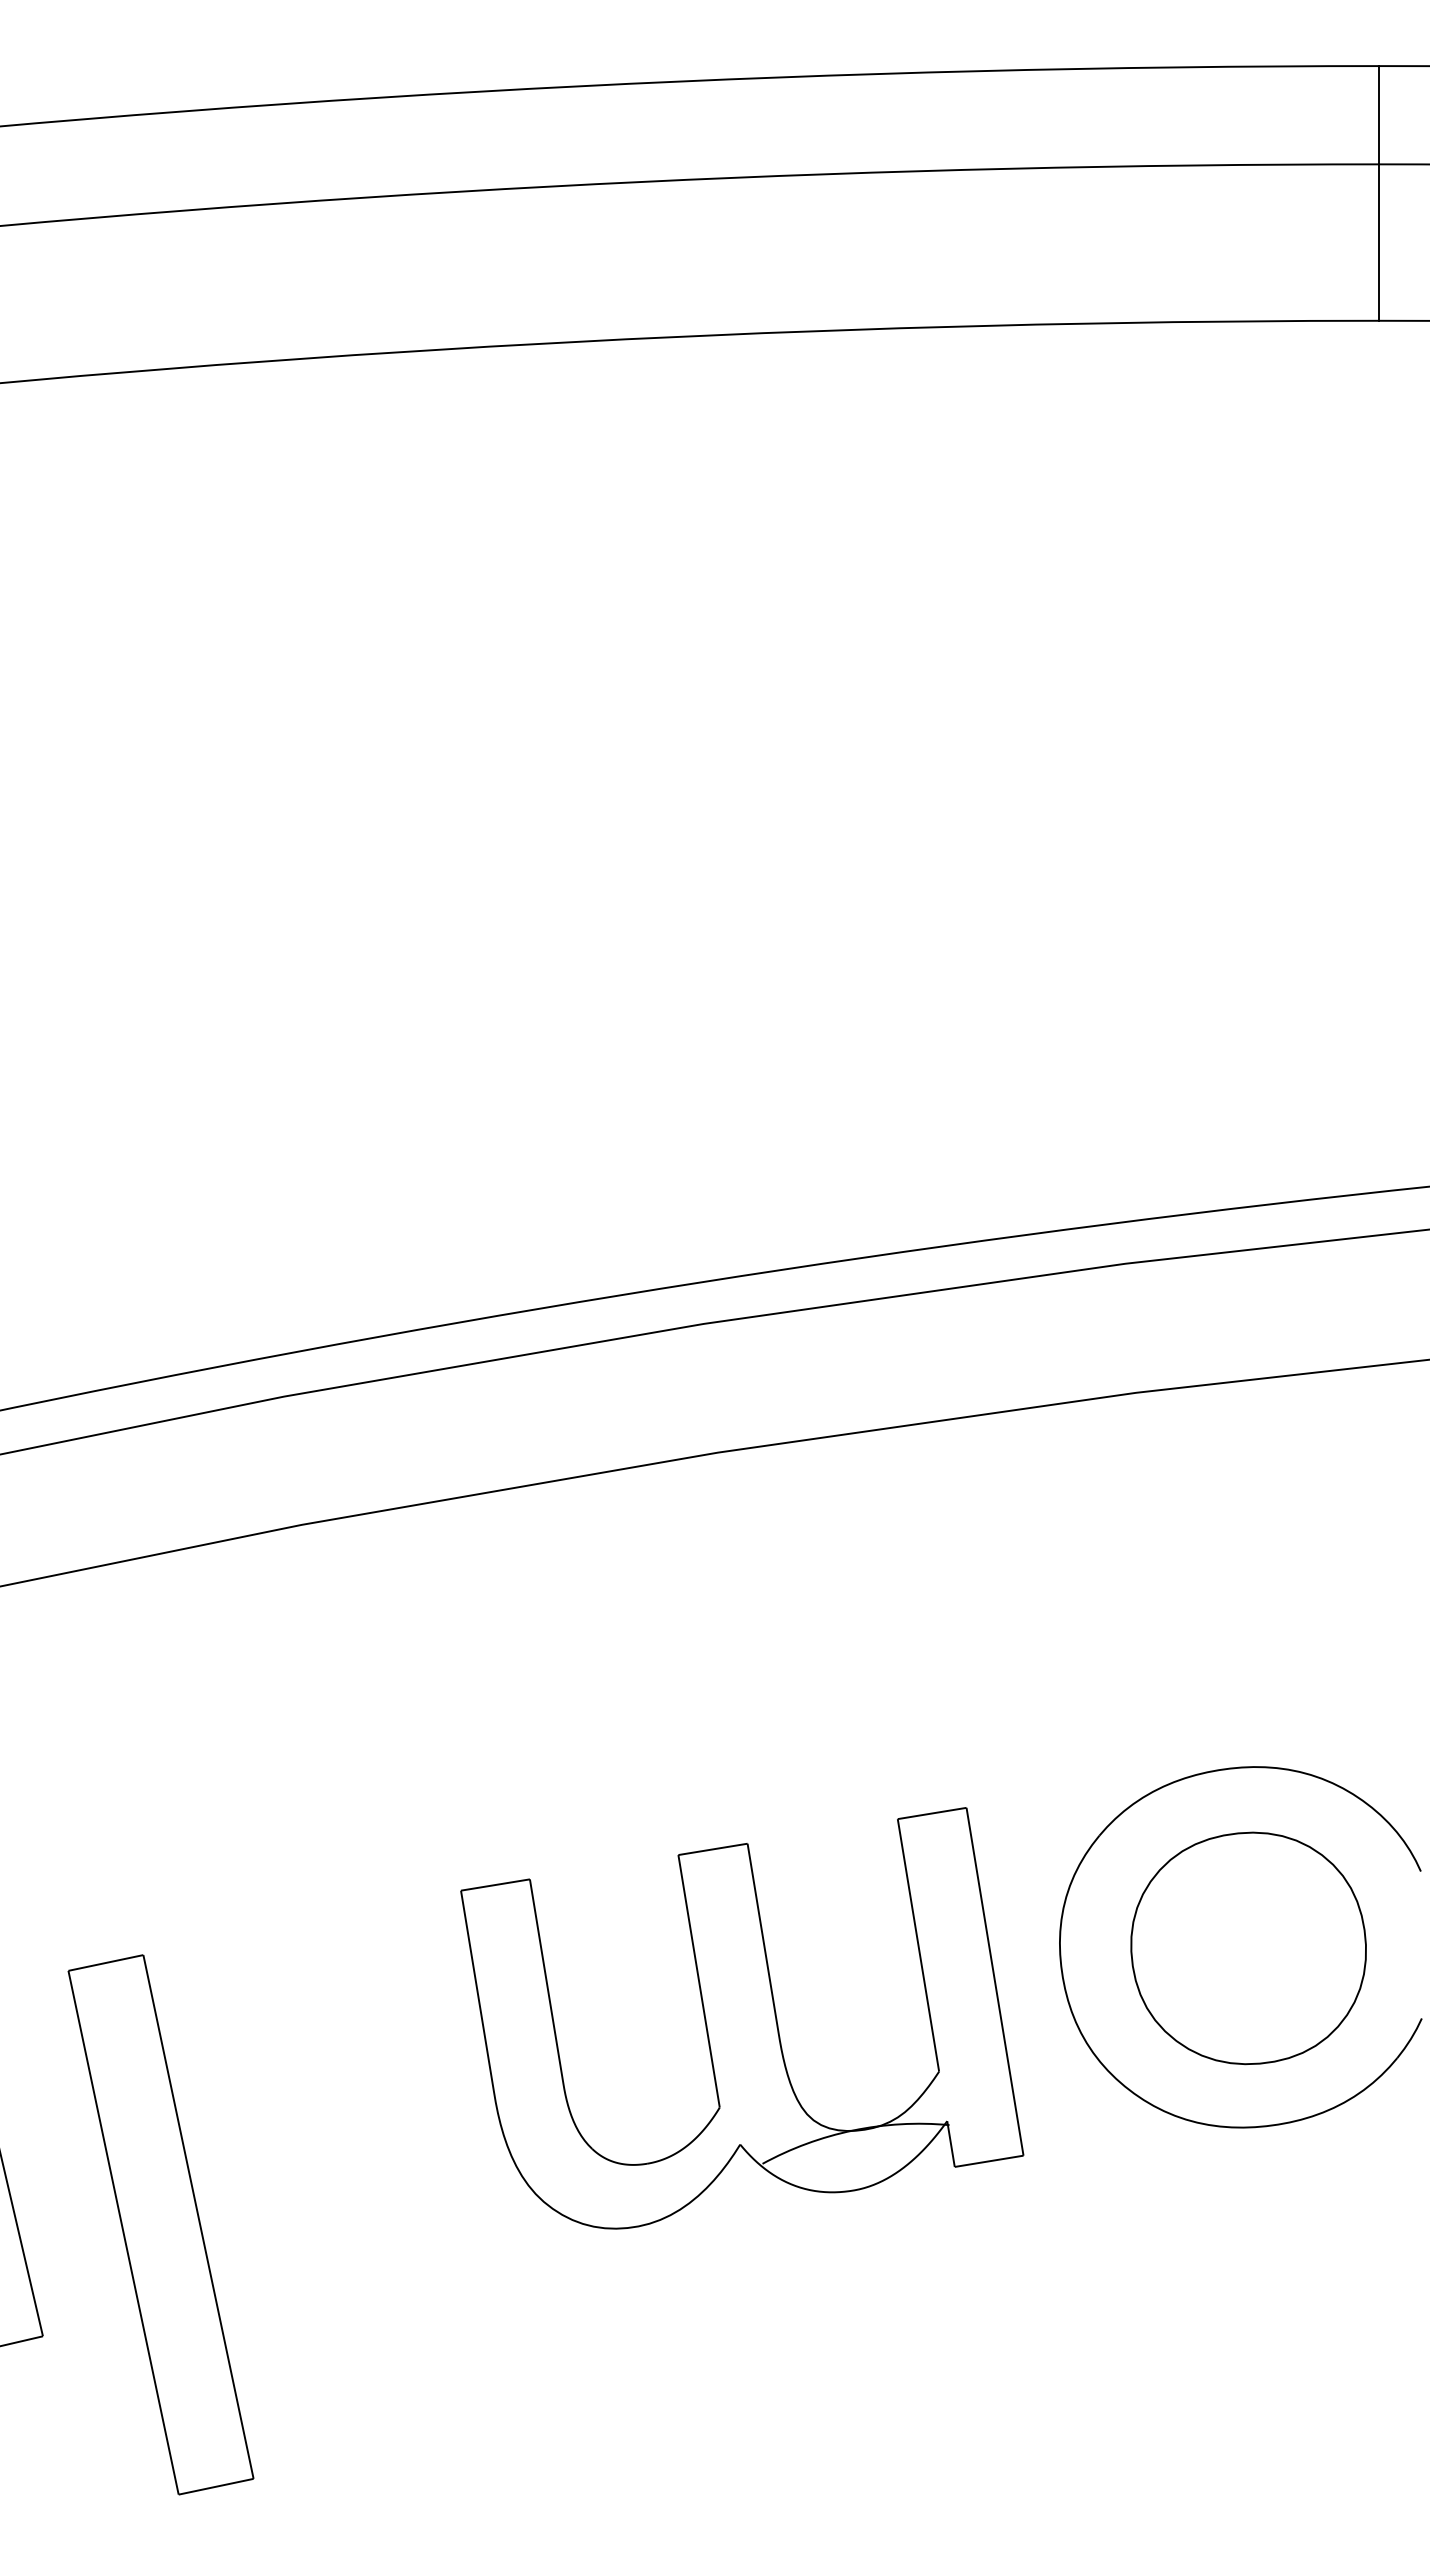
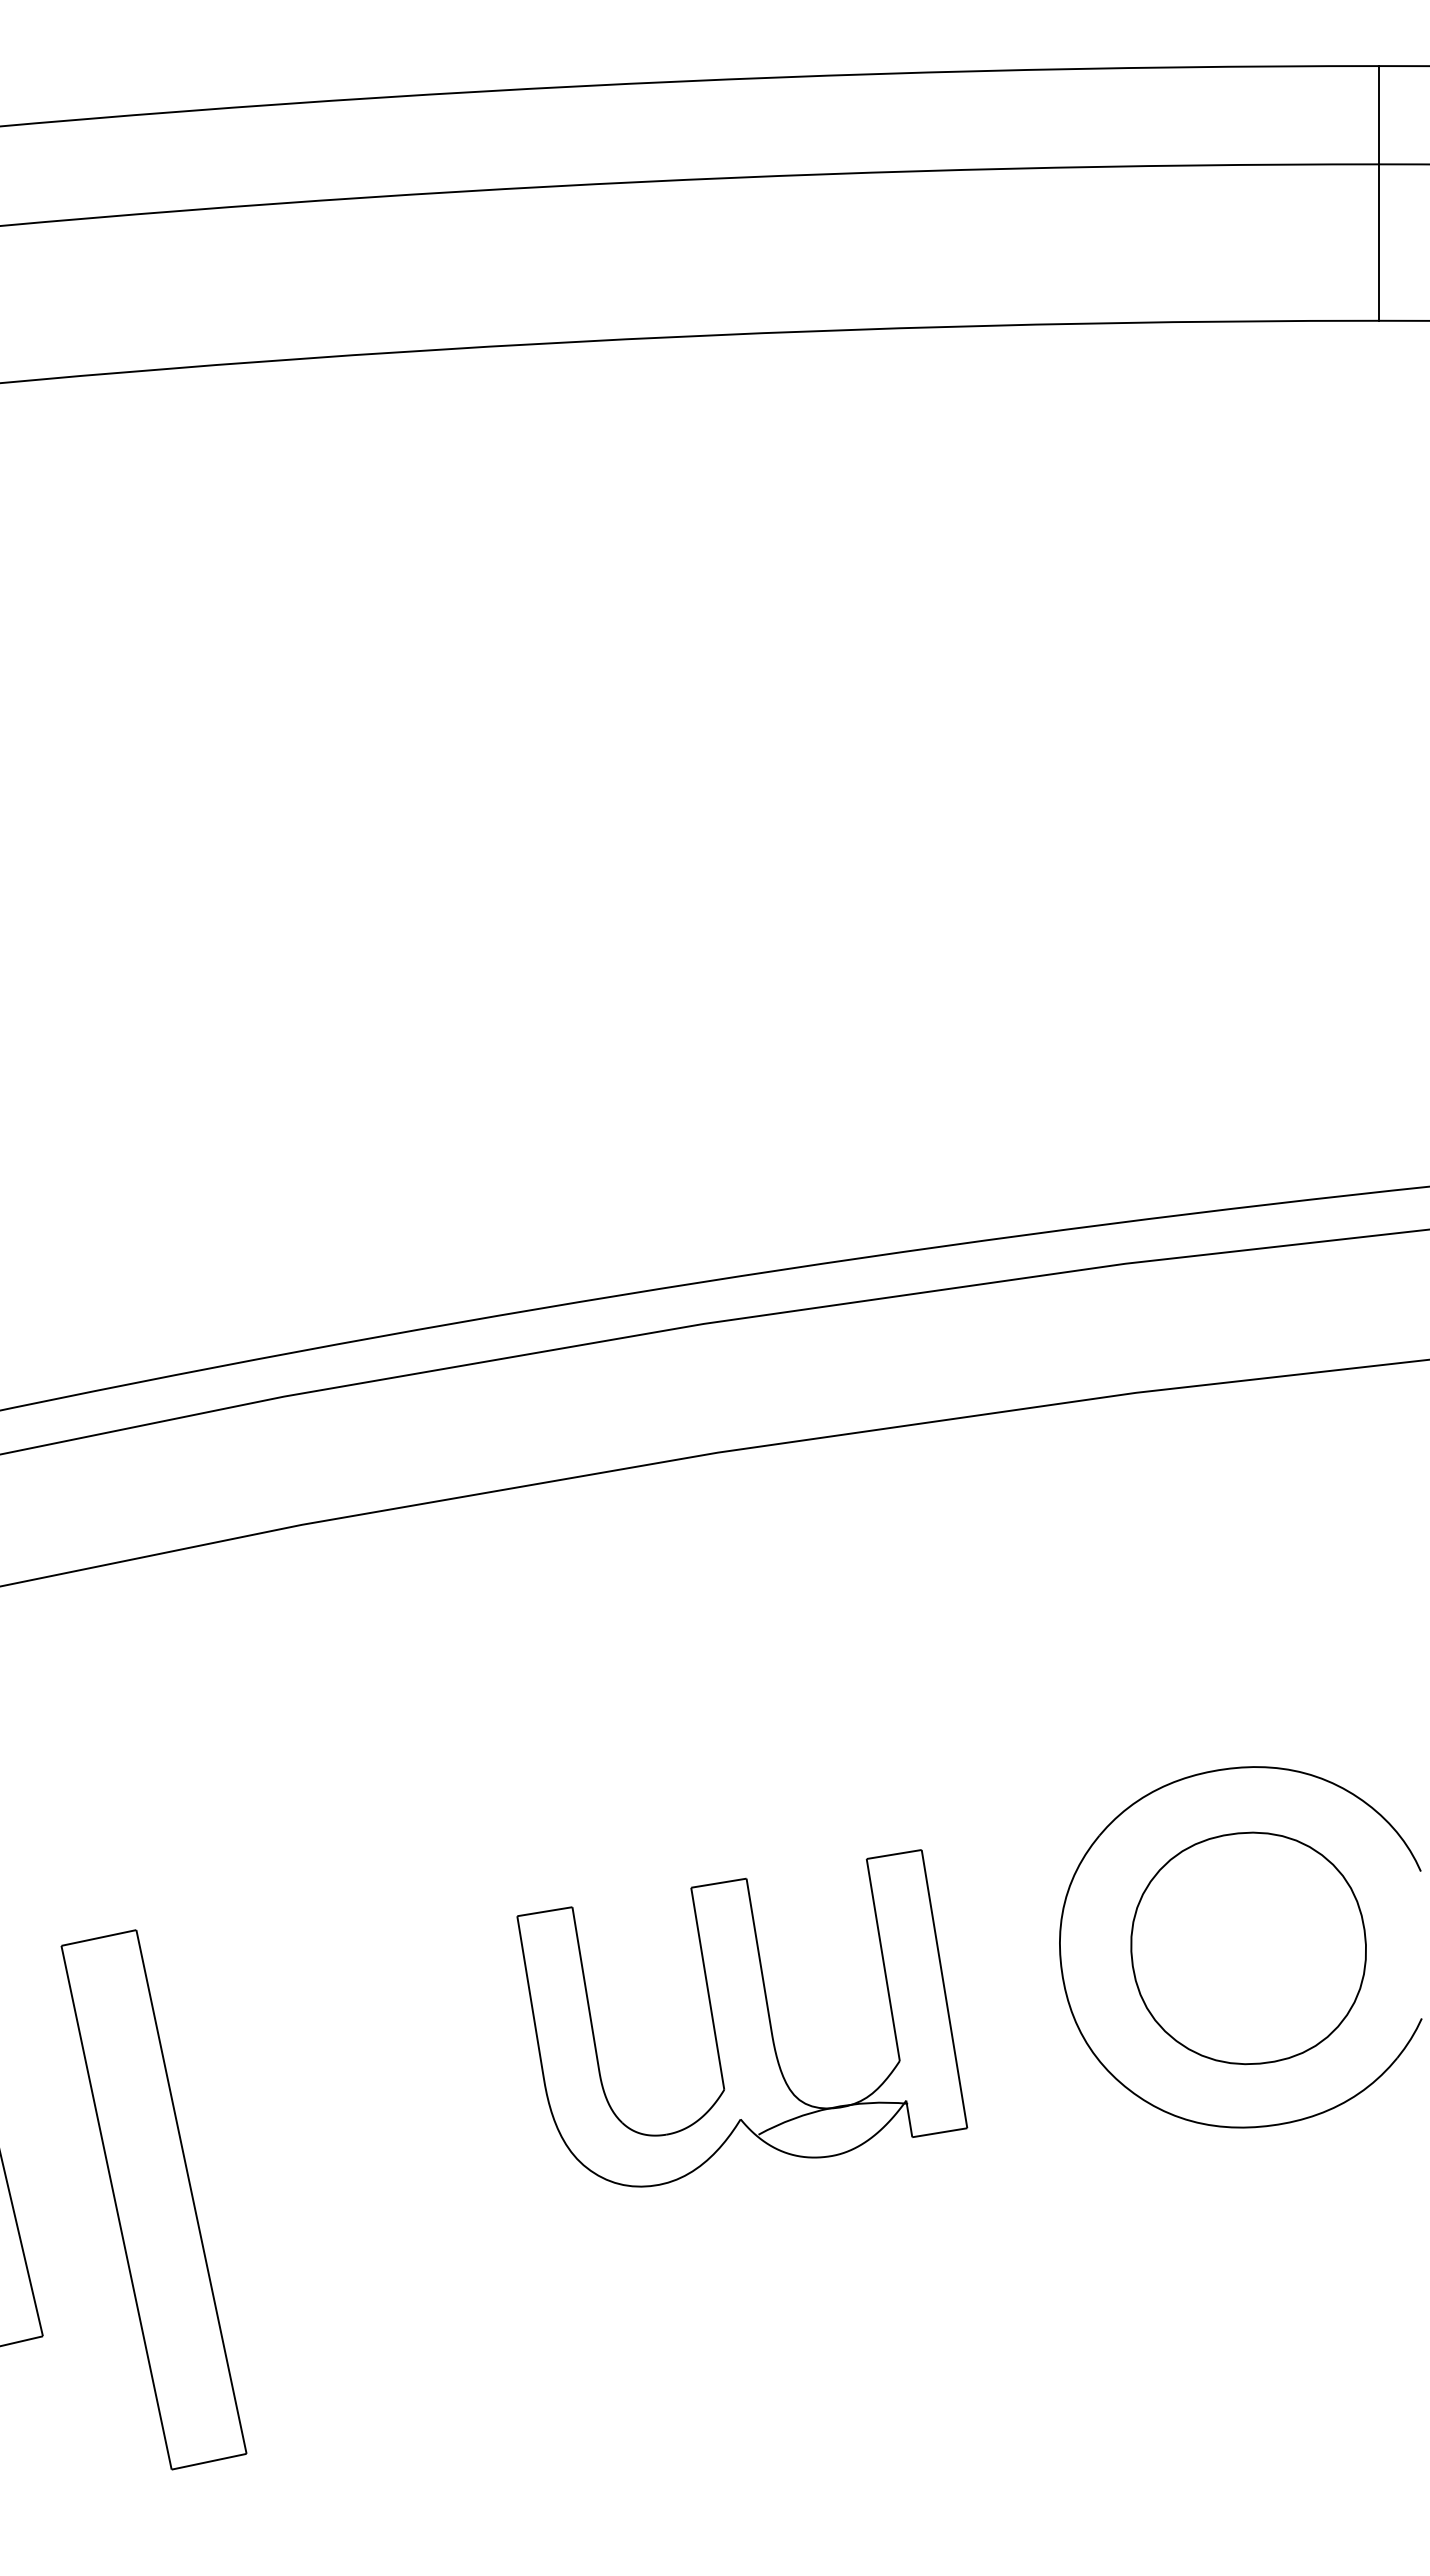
part at (742, 2018) size: 565x423 px -> 453x339 px
part at (160, 2224) position: (160, 2224) -> (153, 2199)
